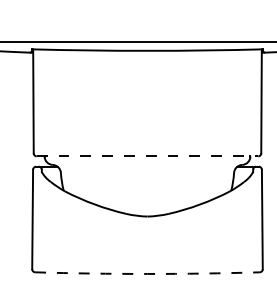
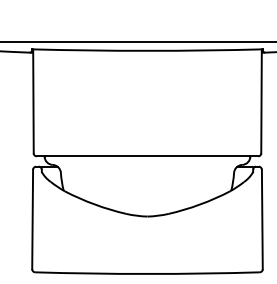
line at (147, 156): dashed -> solid
arc at (147, 273): dashed -> solid
